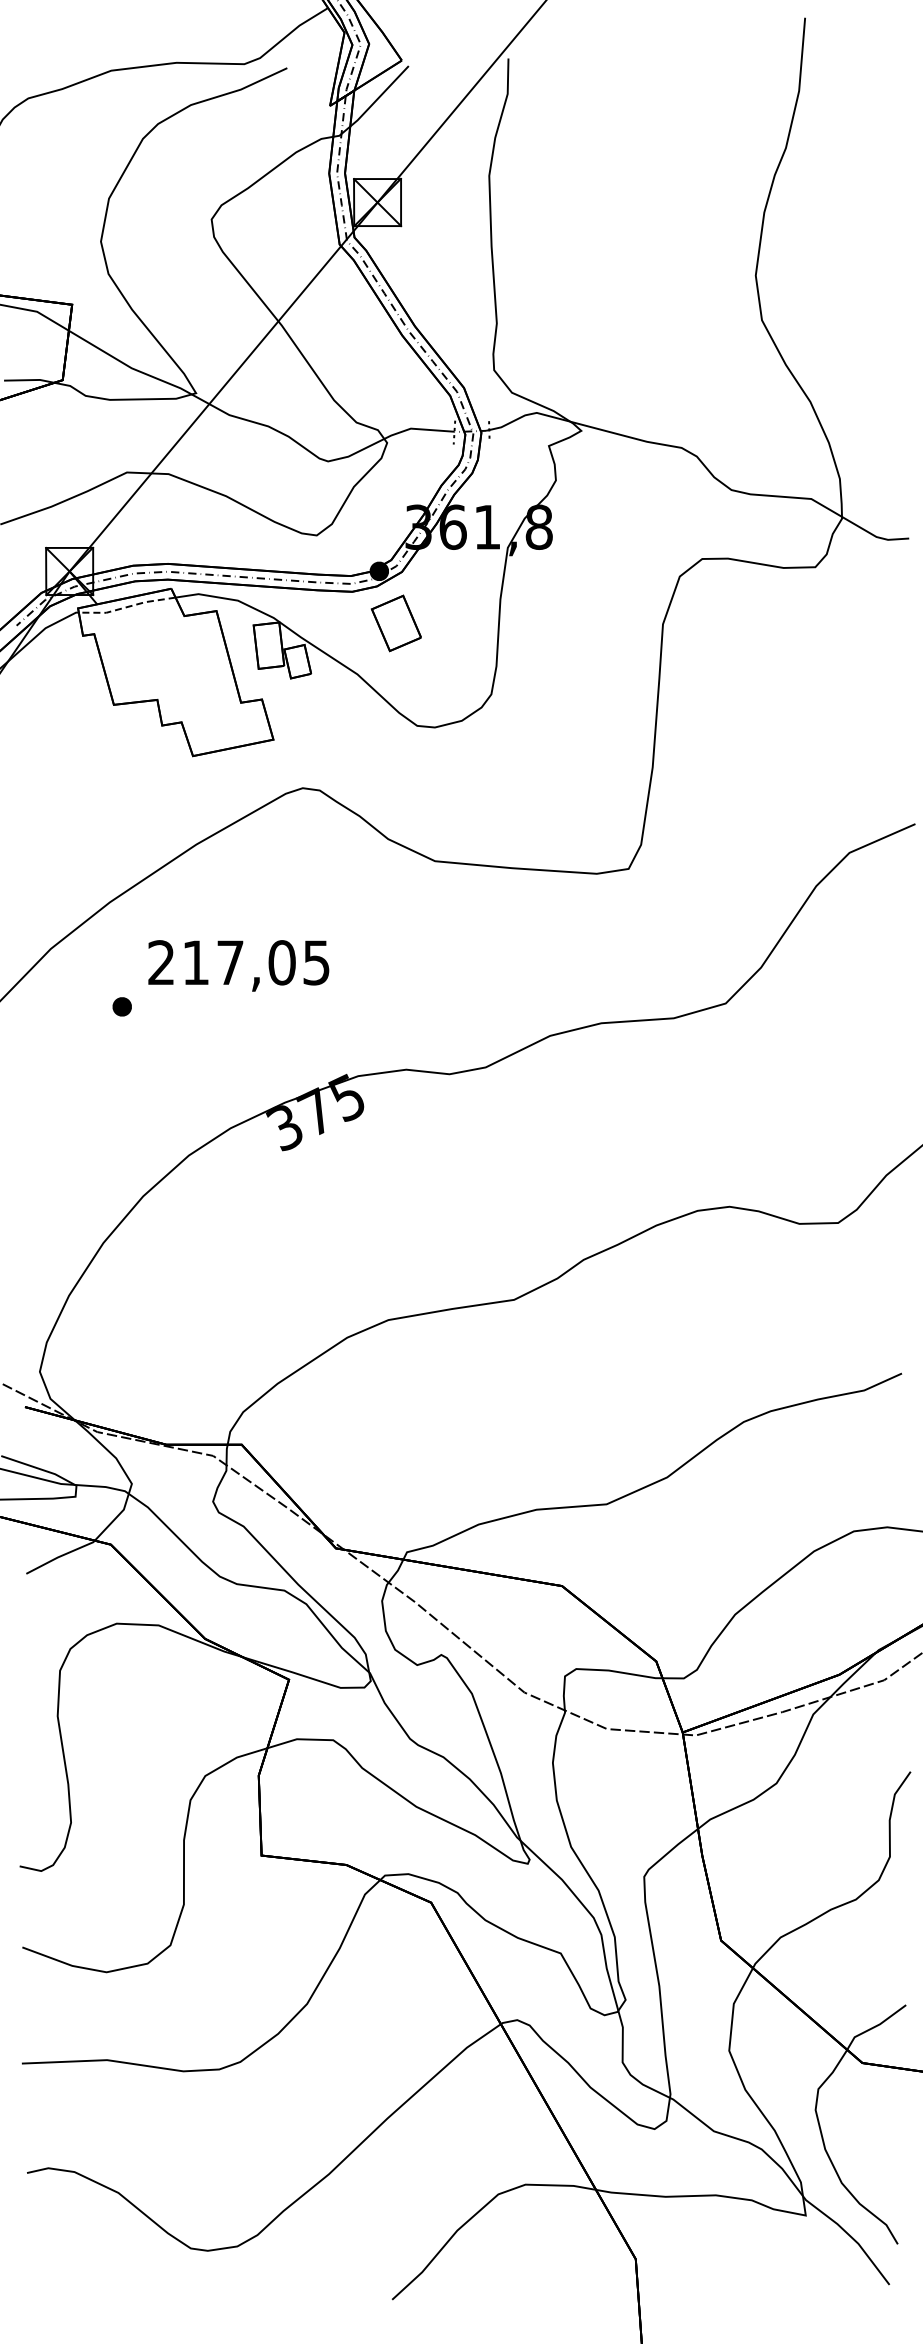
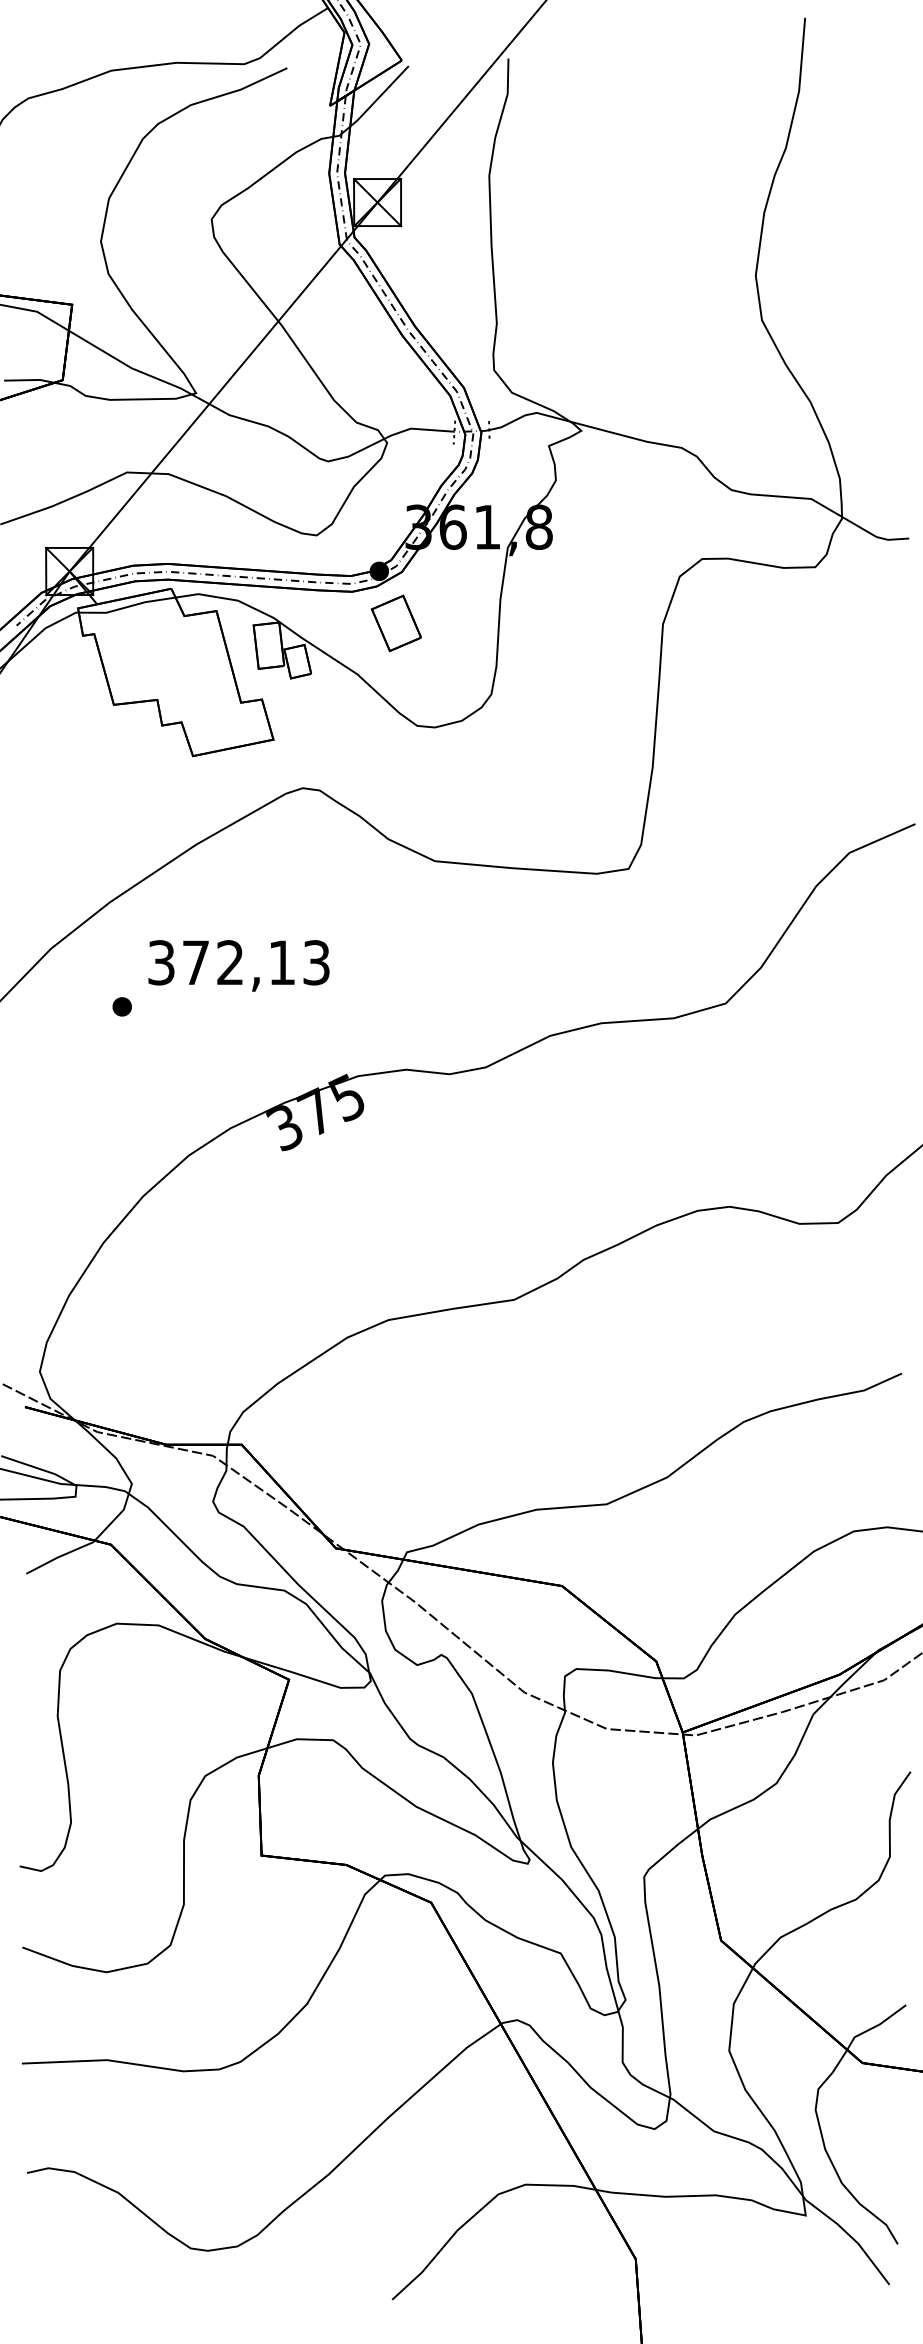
line at (127, 607): dashed -> solid
text at (238, 962): 217,05 -> 372,13
